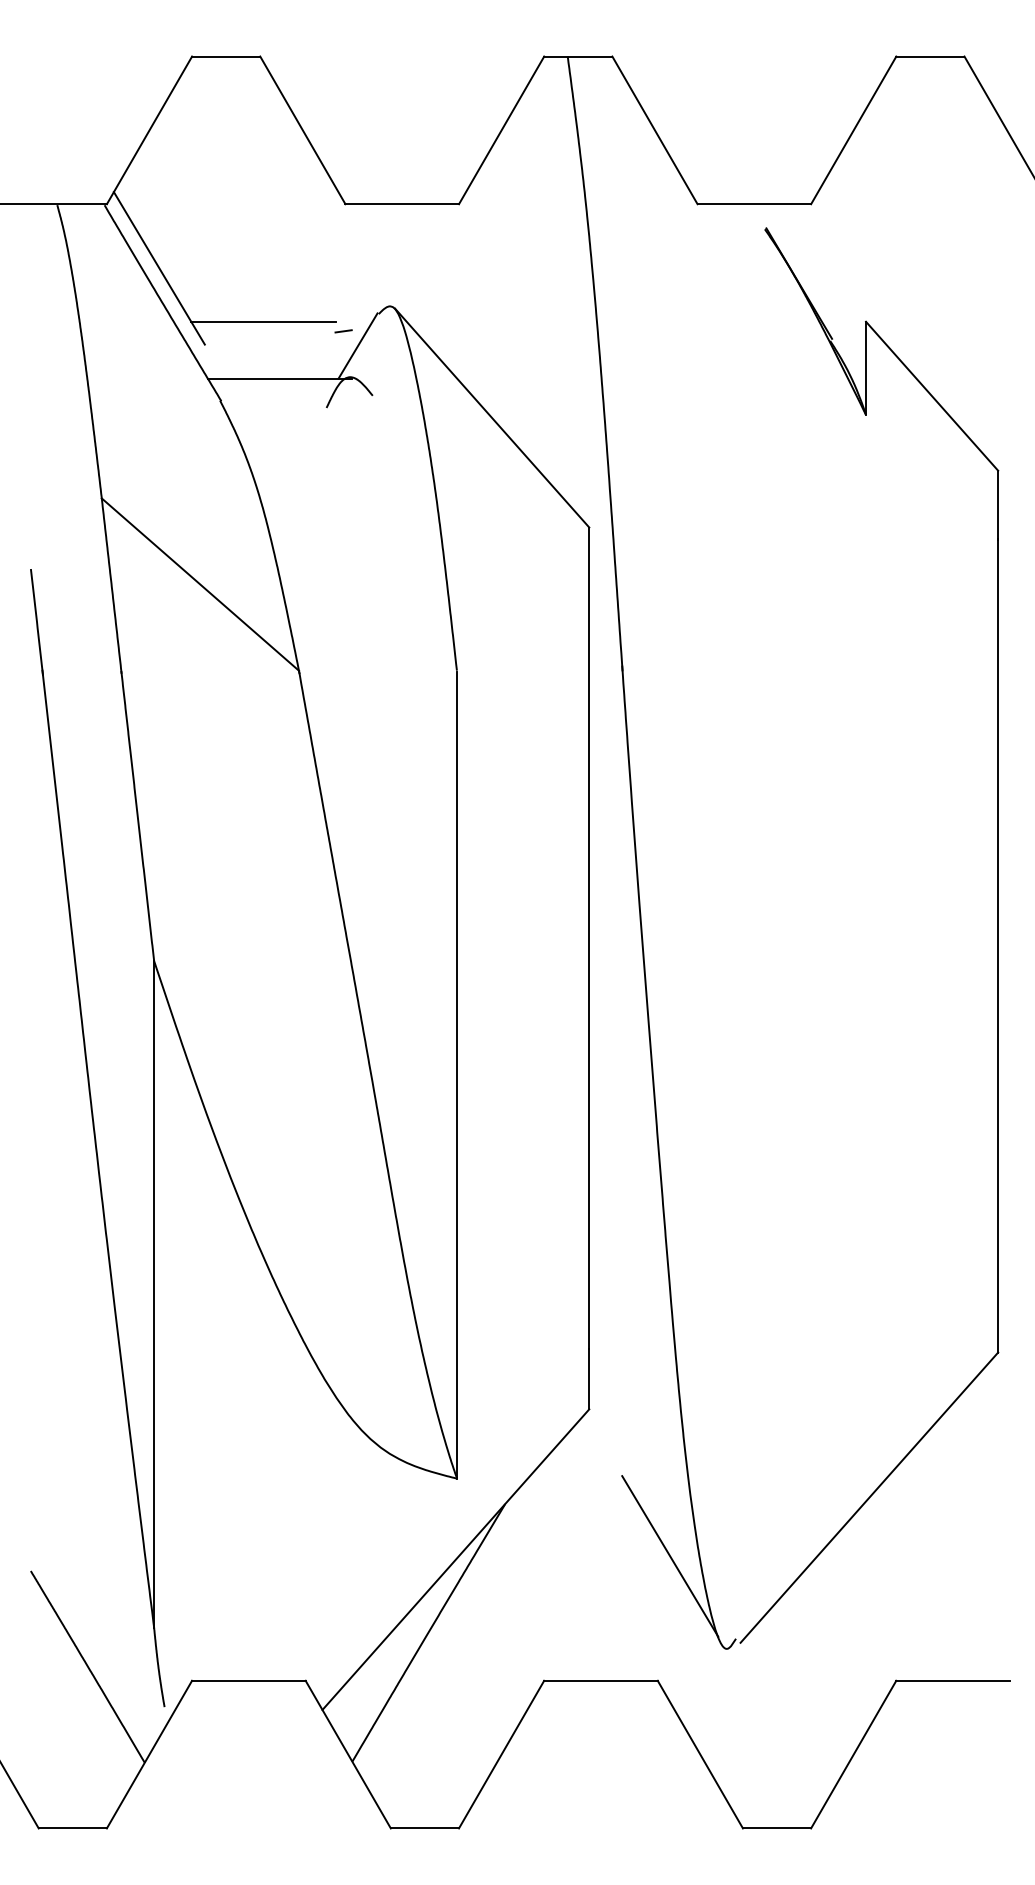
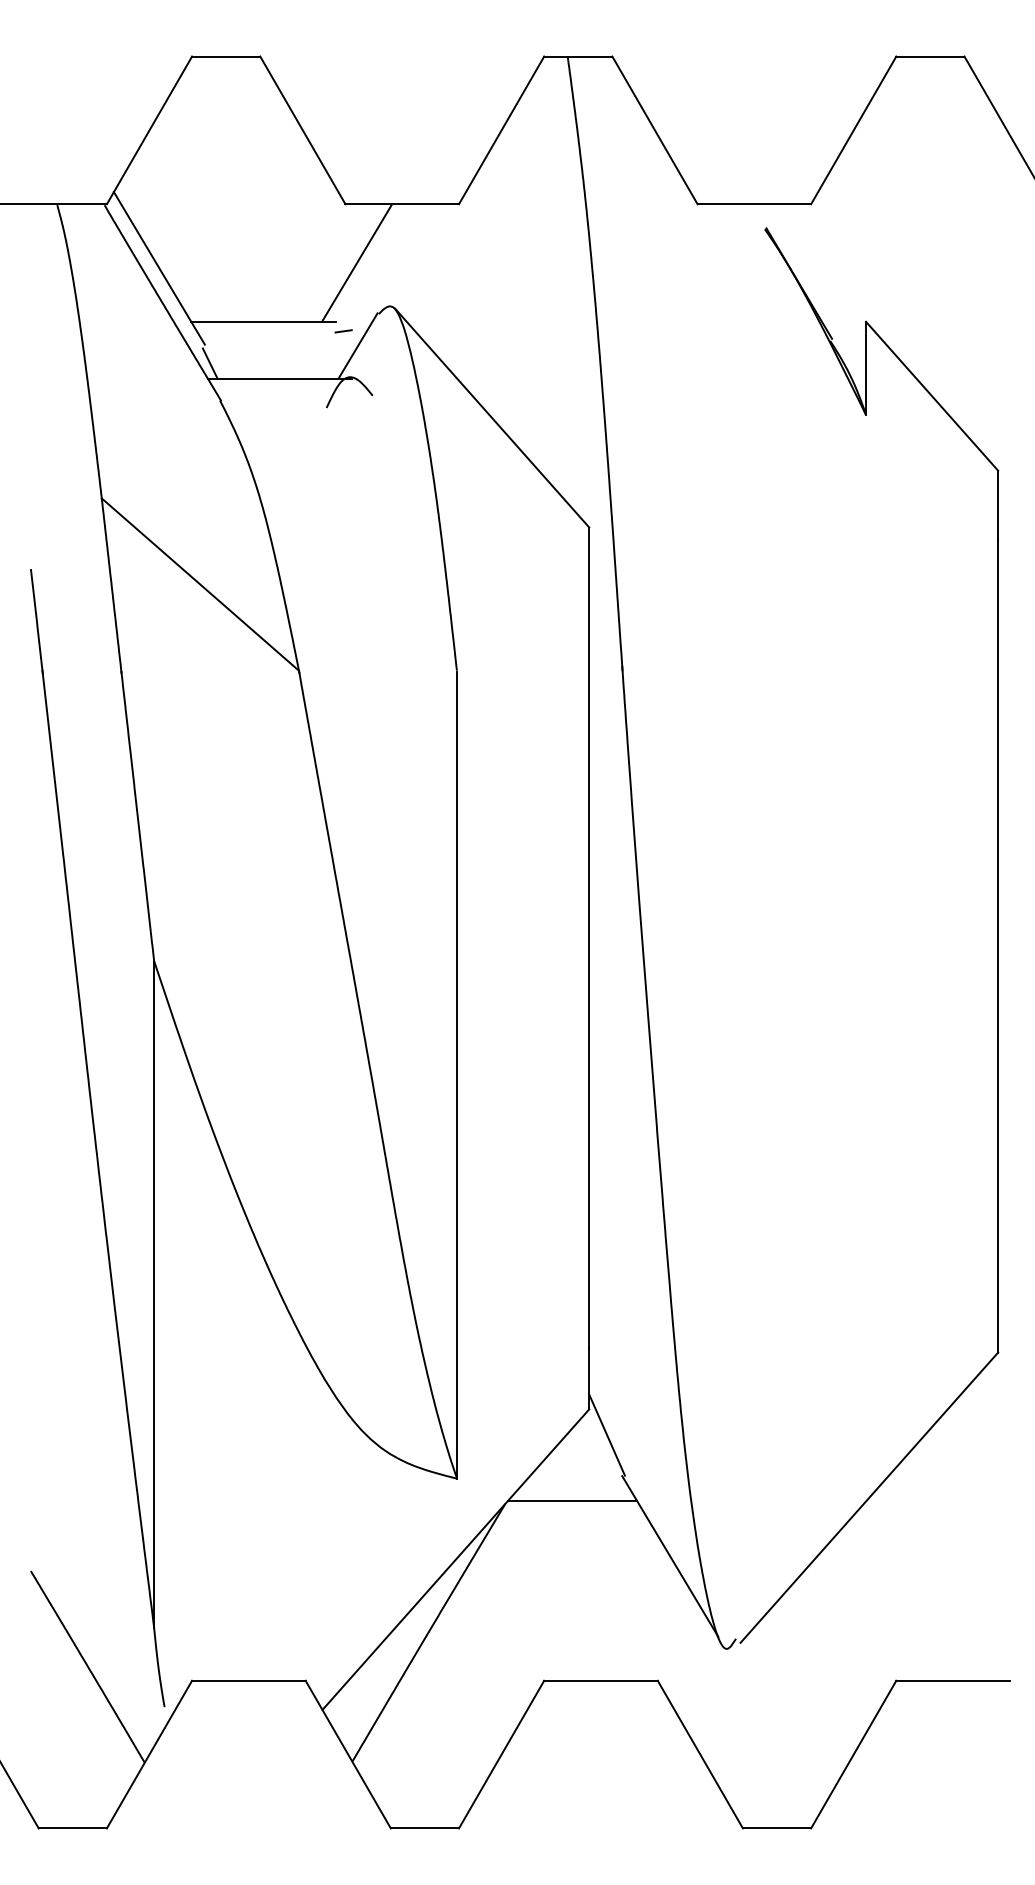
line at (357, 262): none -> present
line at (209, 363): none -> present
line at (606, 1434): none -> present
line at (572, 1501): none -> present
